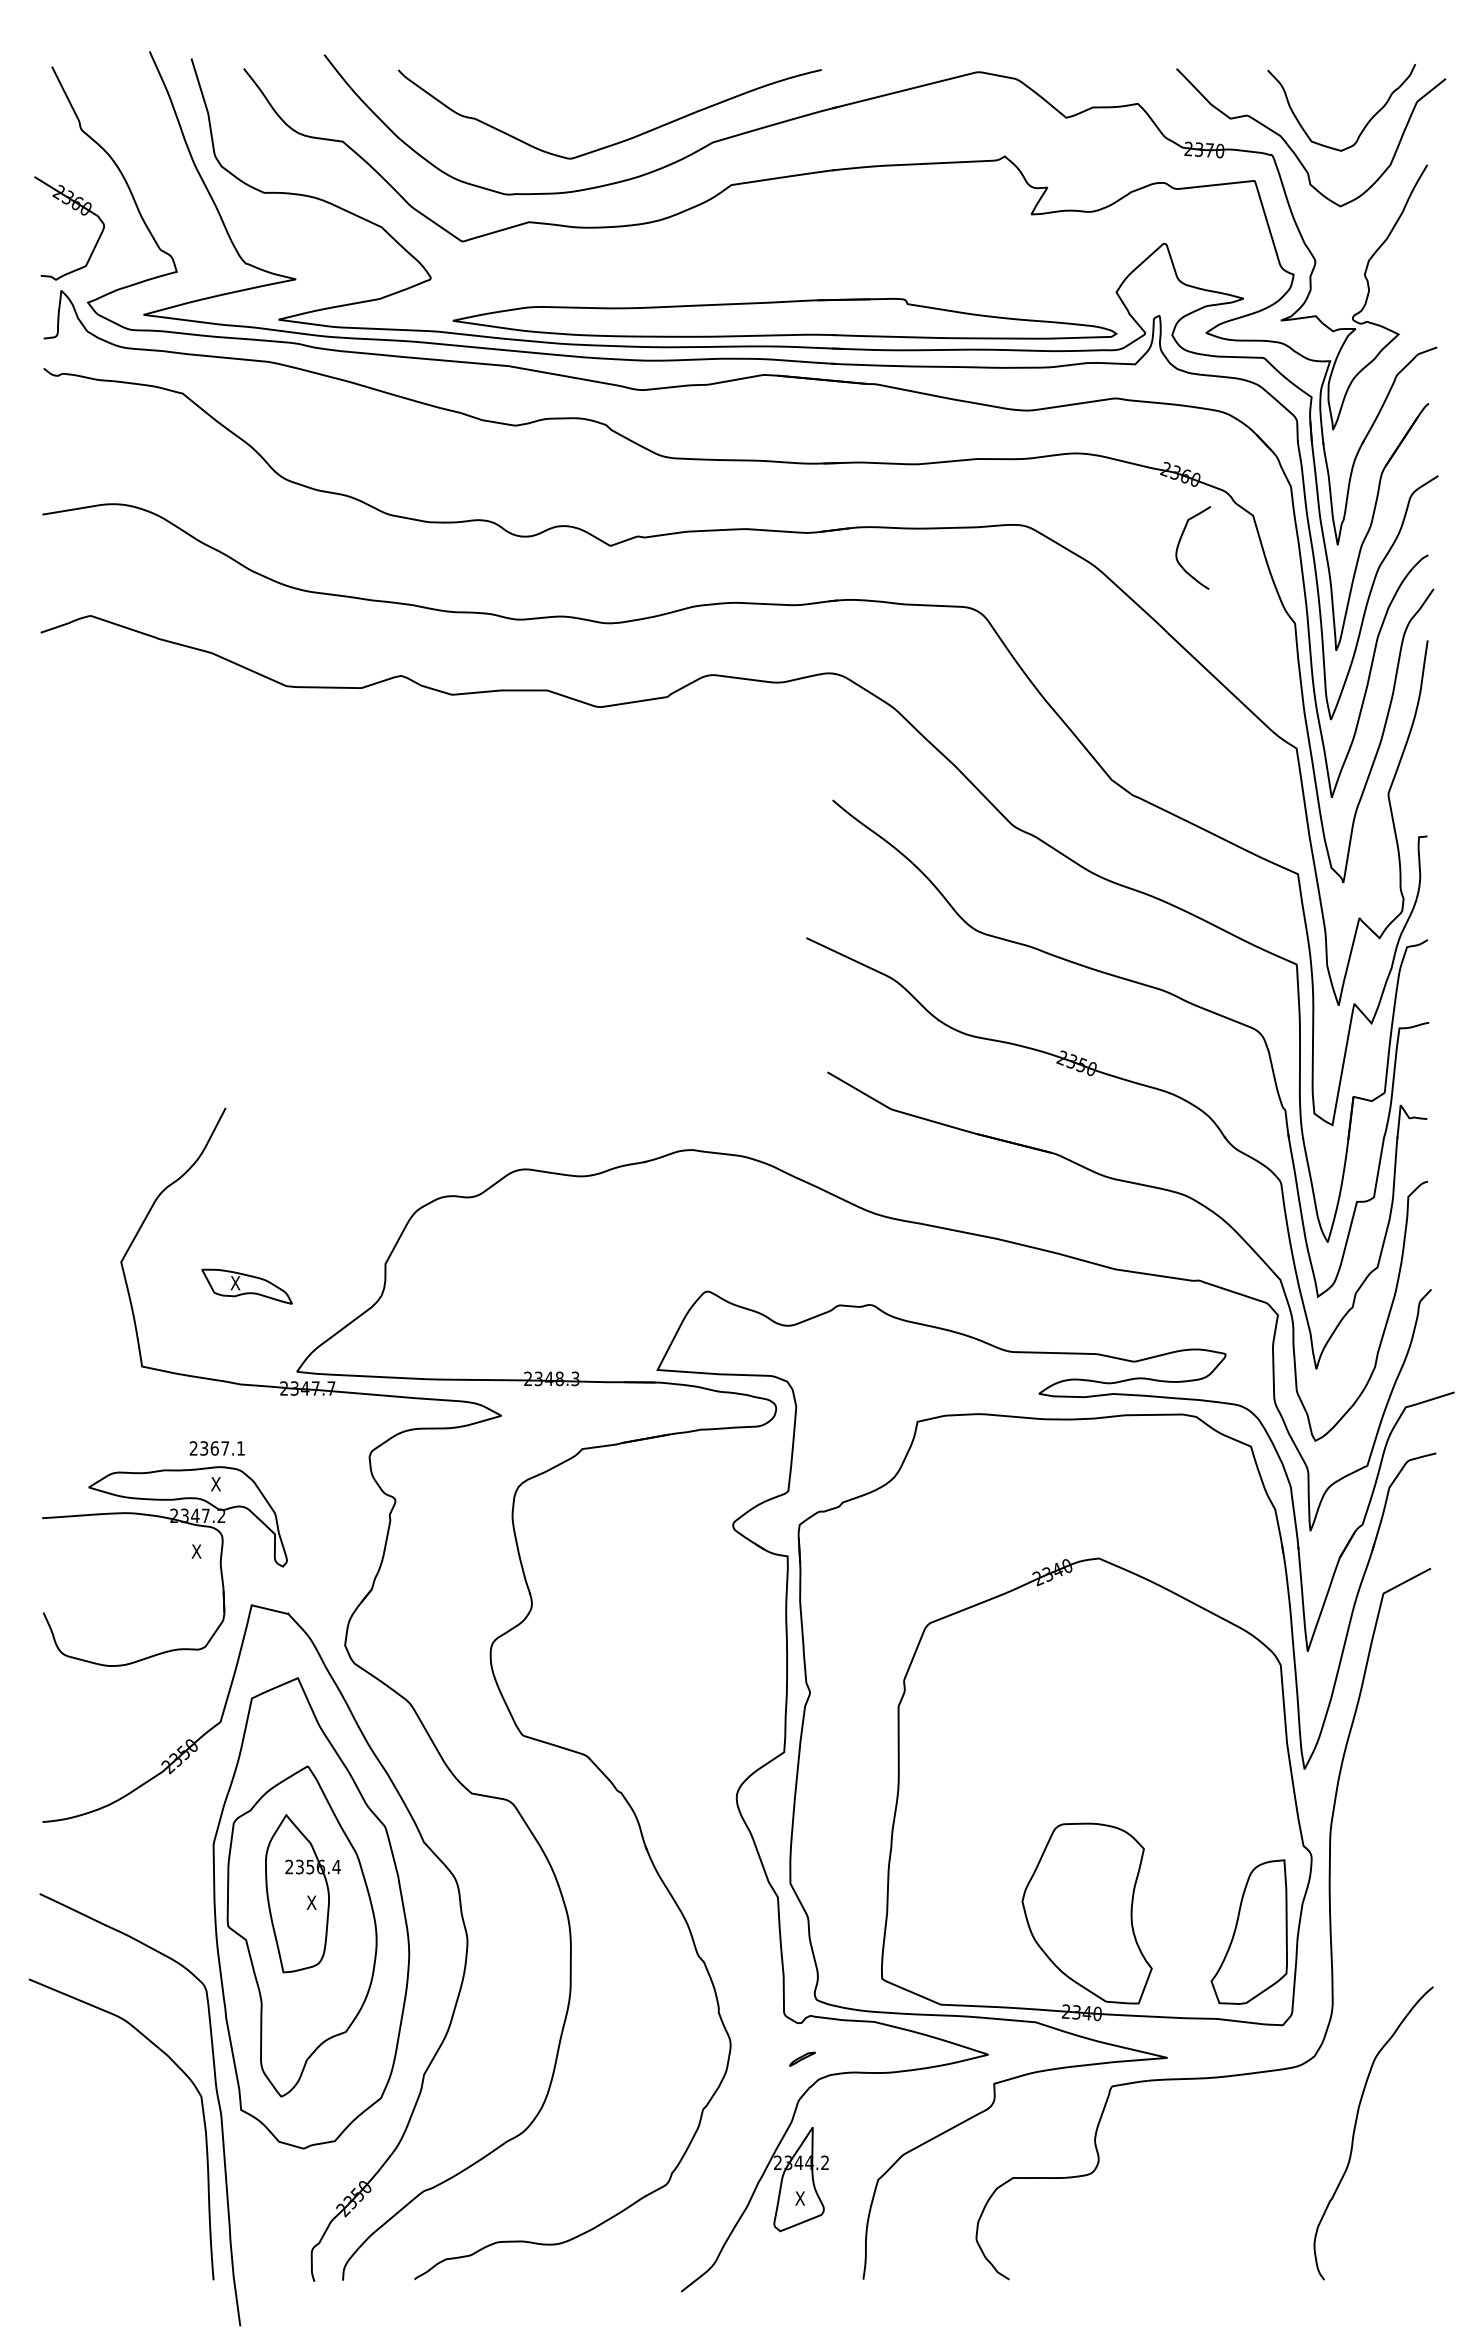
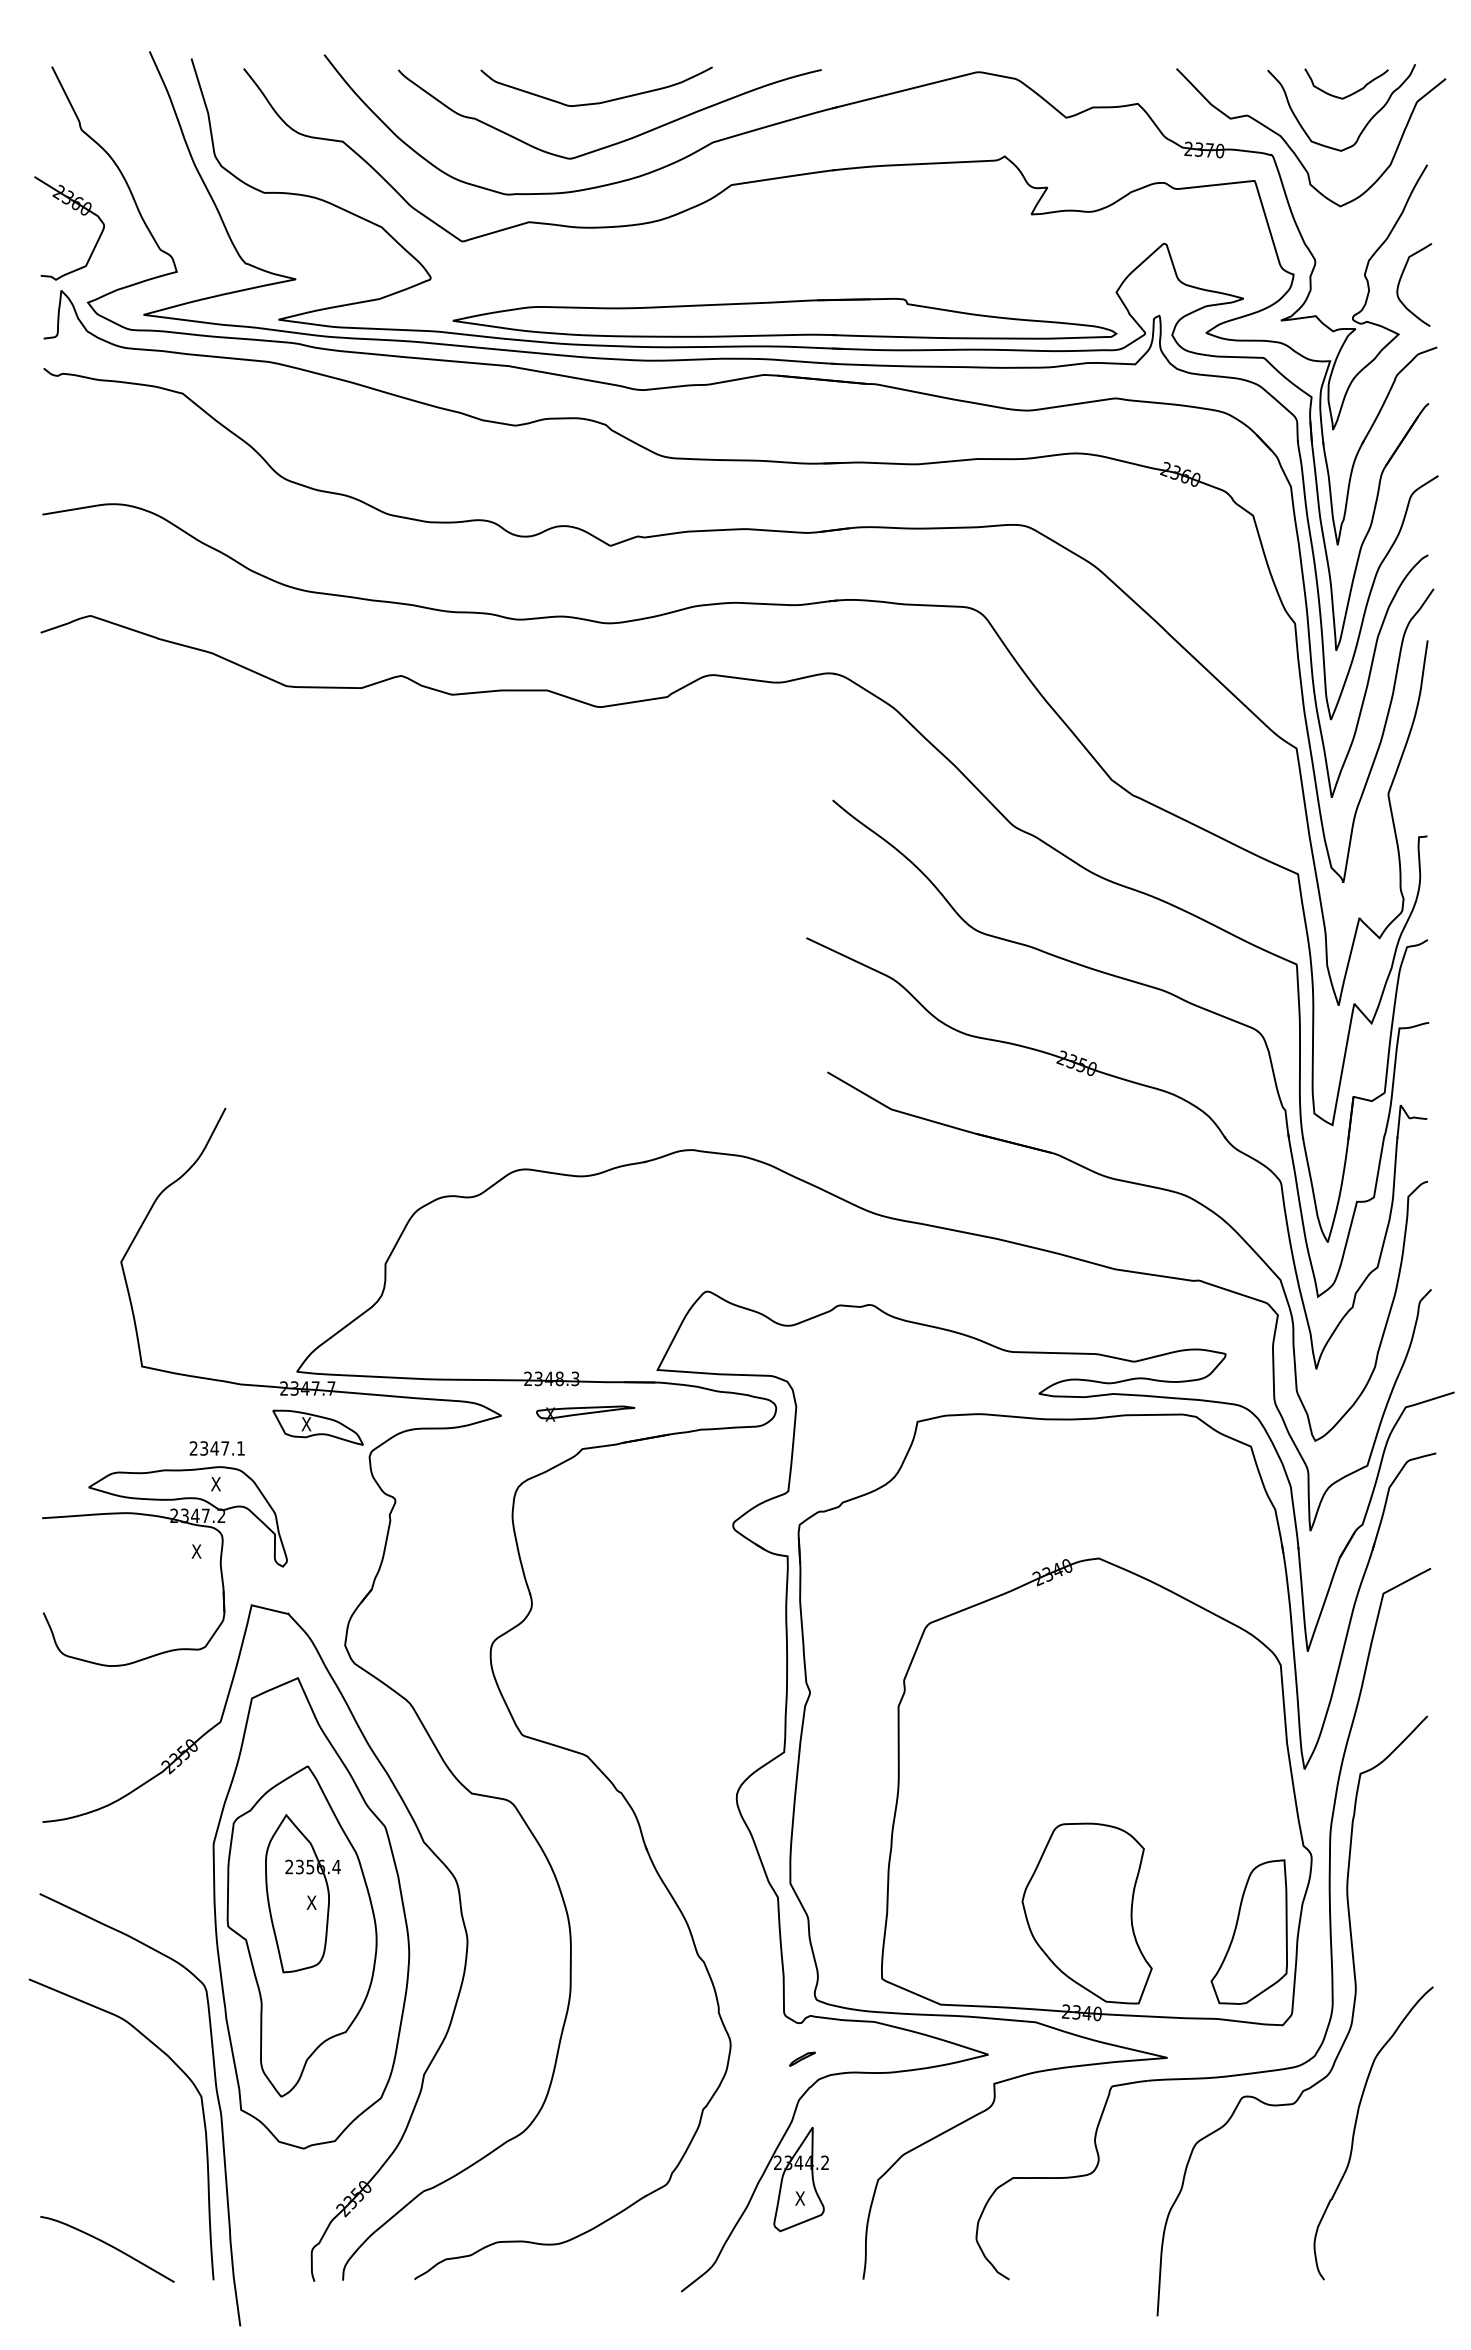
curve at (1351, 93): none -> present
curve at (601, 101): none -> present
curve at (1180, 542) position: (1180, 542) -> (1401, 279)
part at (246, 1286) position: (246, 1286) -> (317, 1427)
part at (585, 1413): none -> present
text at (214, 1448): 2367.1 -> 2347.1
curve at (1344, 2038): none -> present
curve at (109, 2246): none -> present
